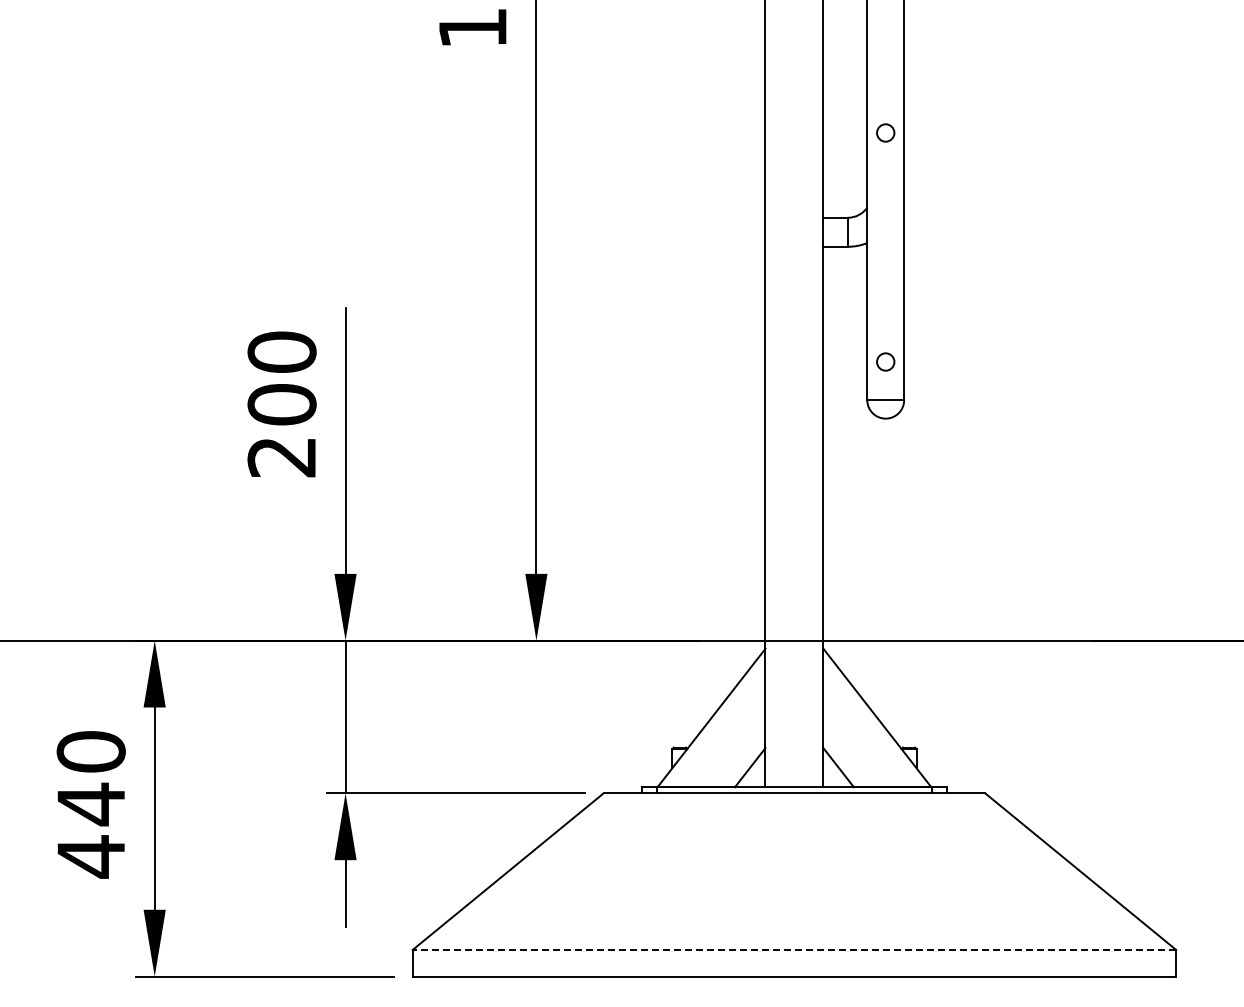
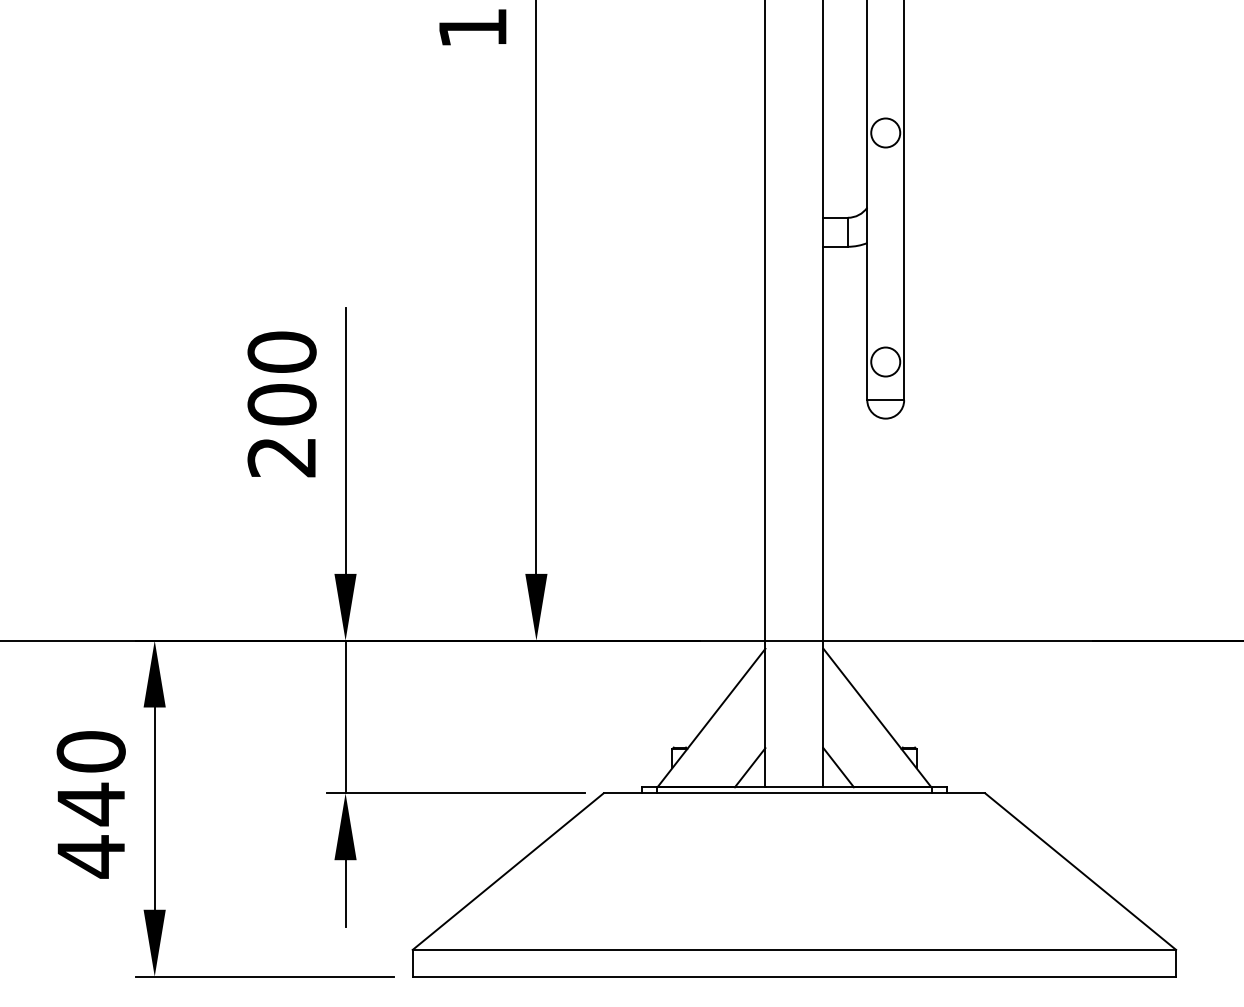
circle at (885, 132) diameter: 17 px -> 29 px
circle at (885, 361) diameter: 17 px -> 29 px
line at (794, 949): dashed -> solid
